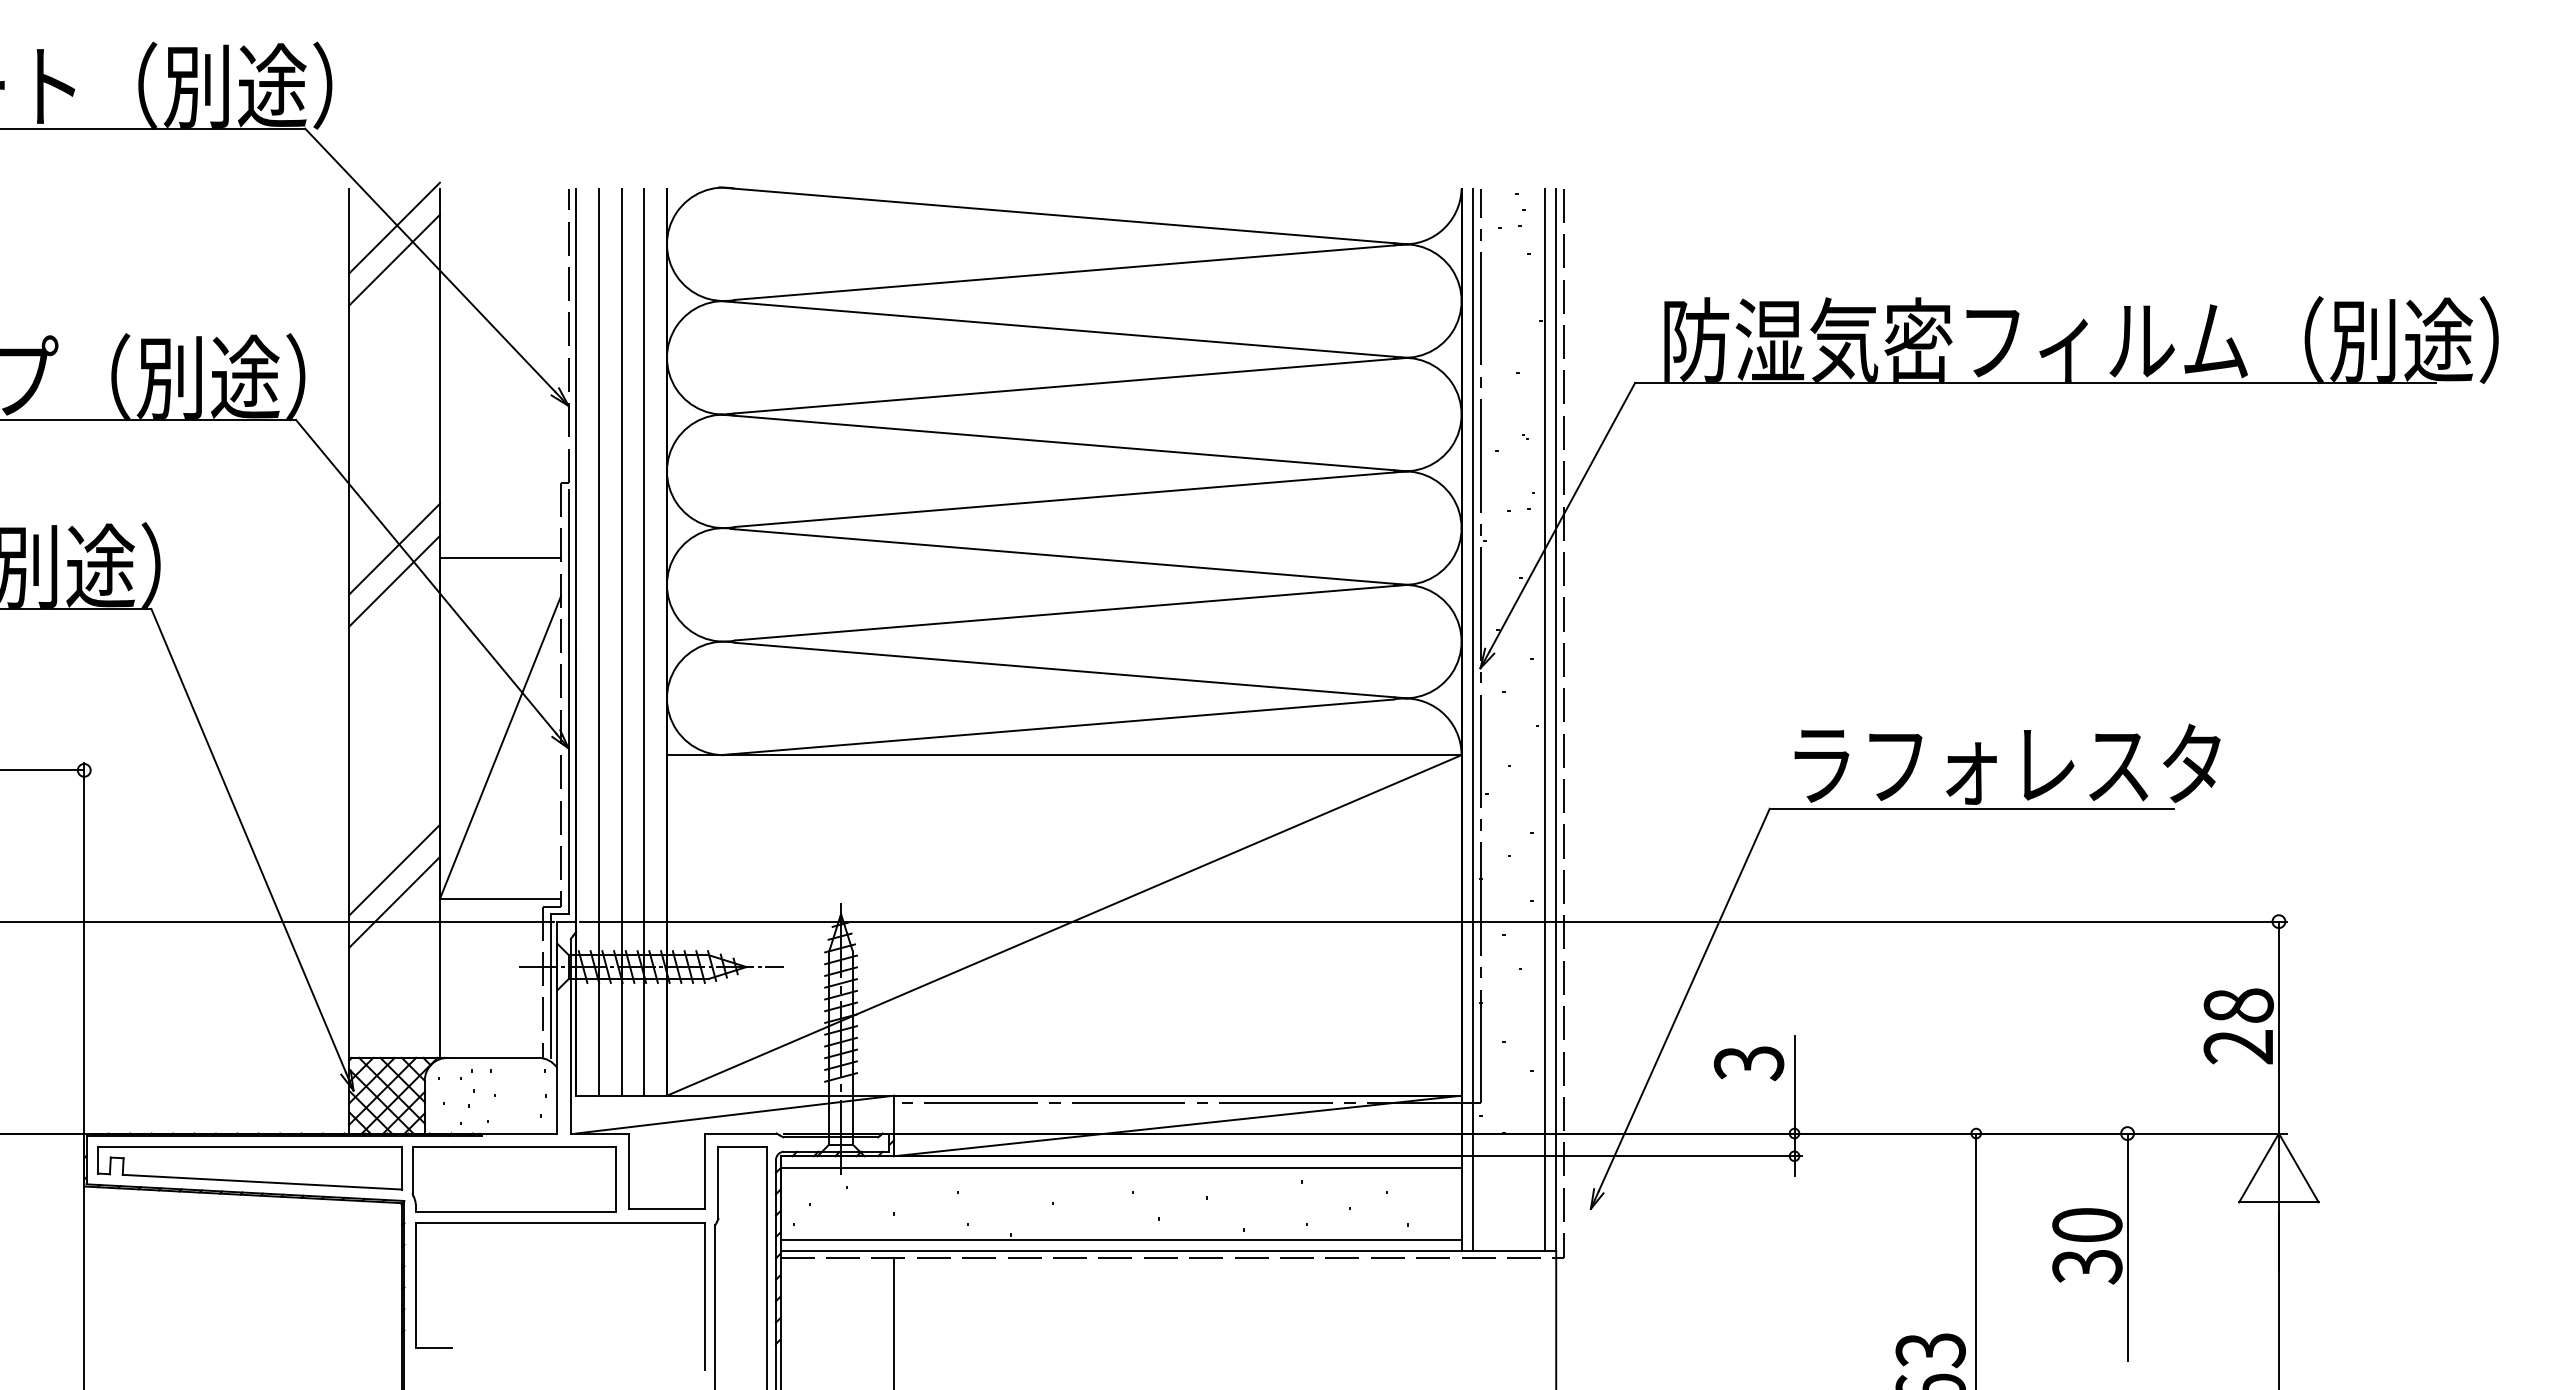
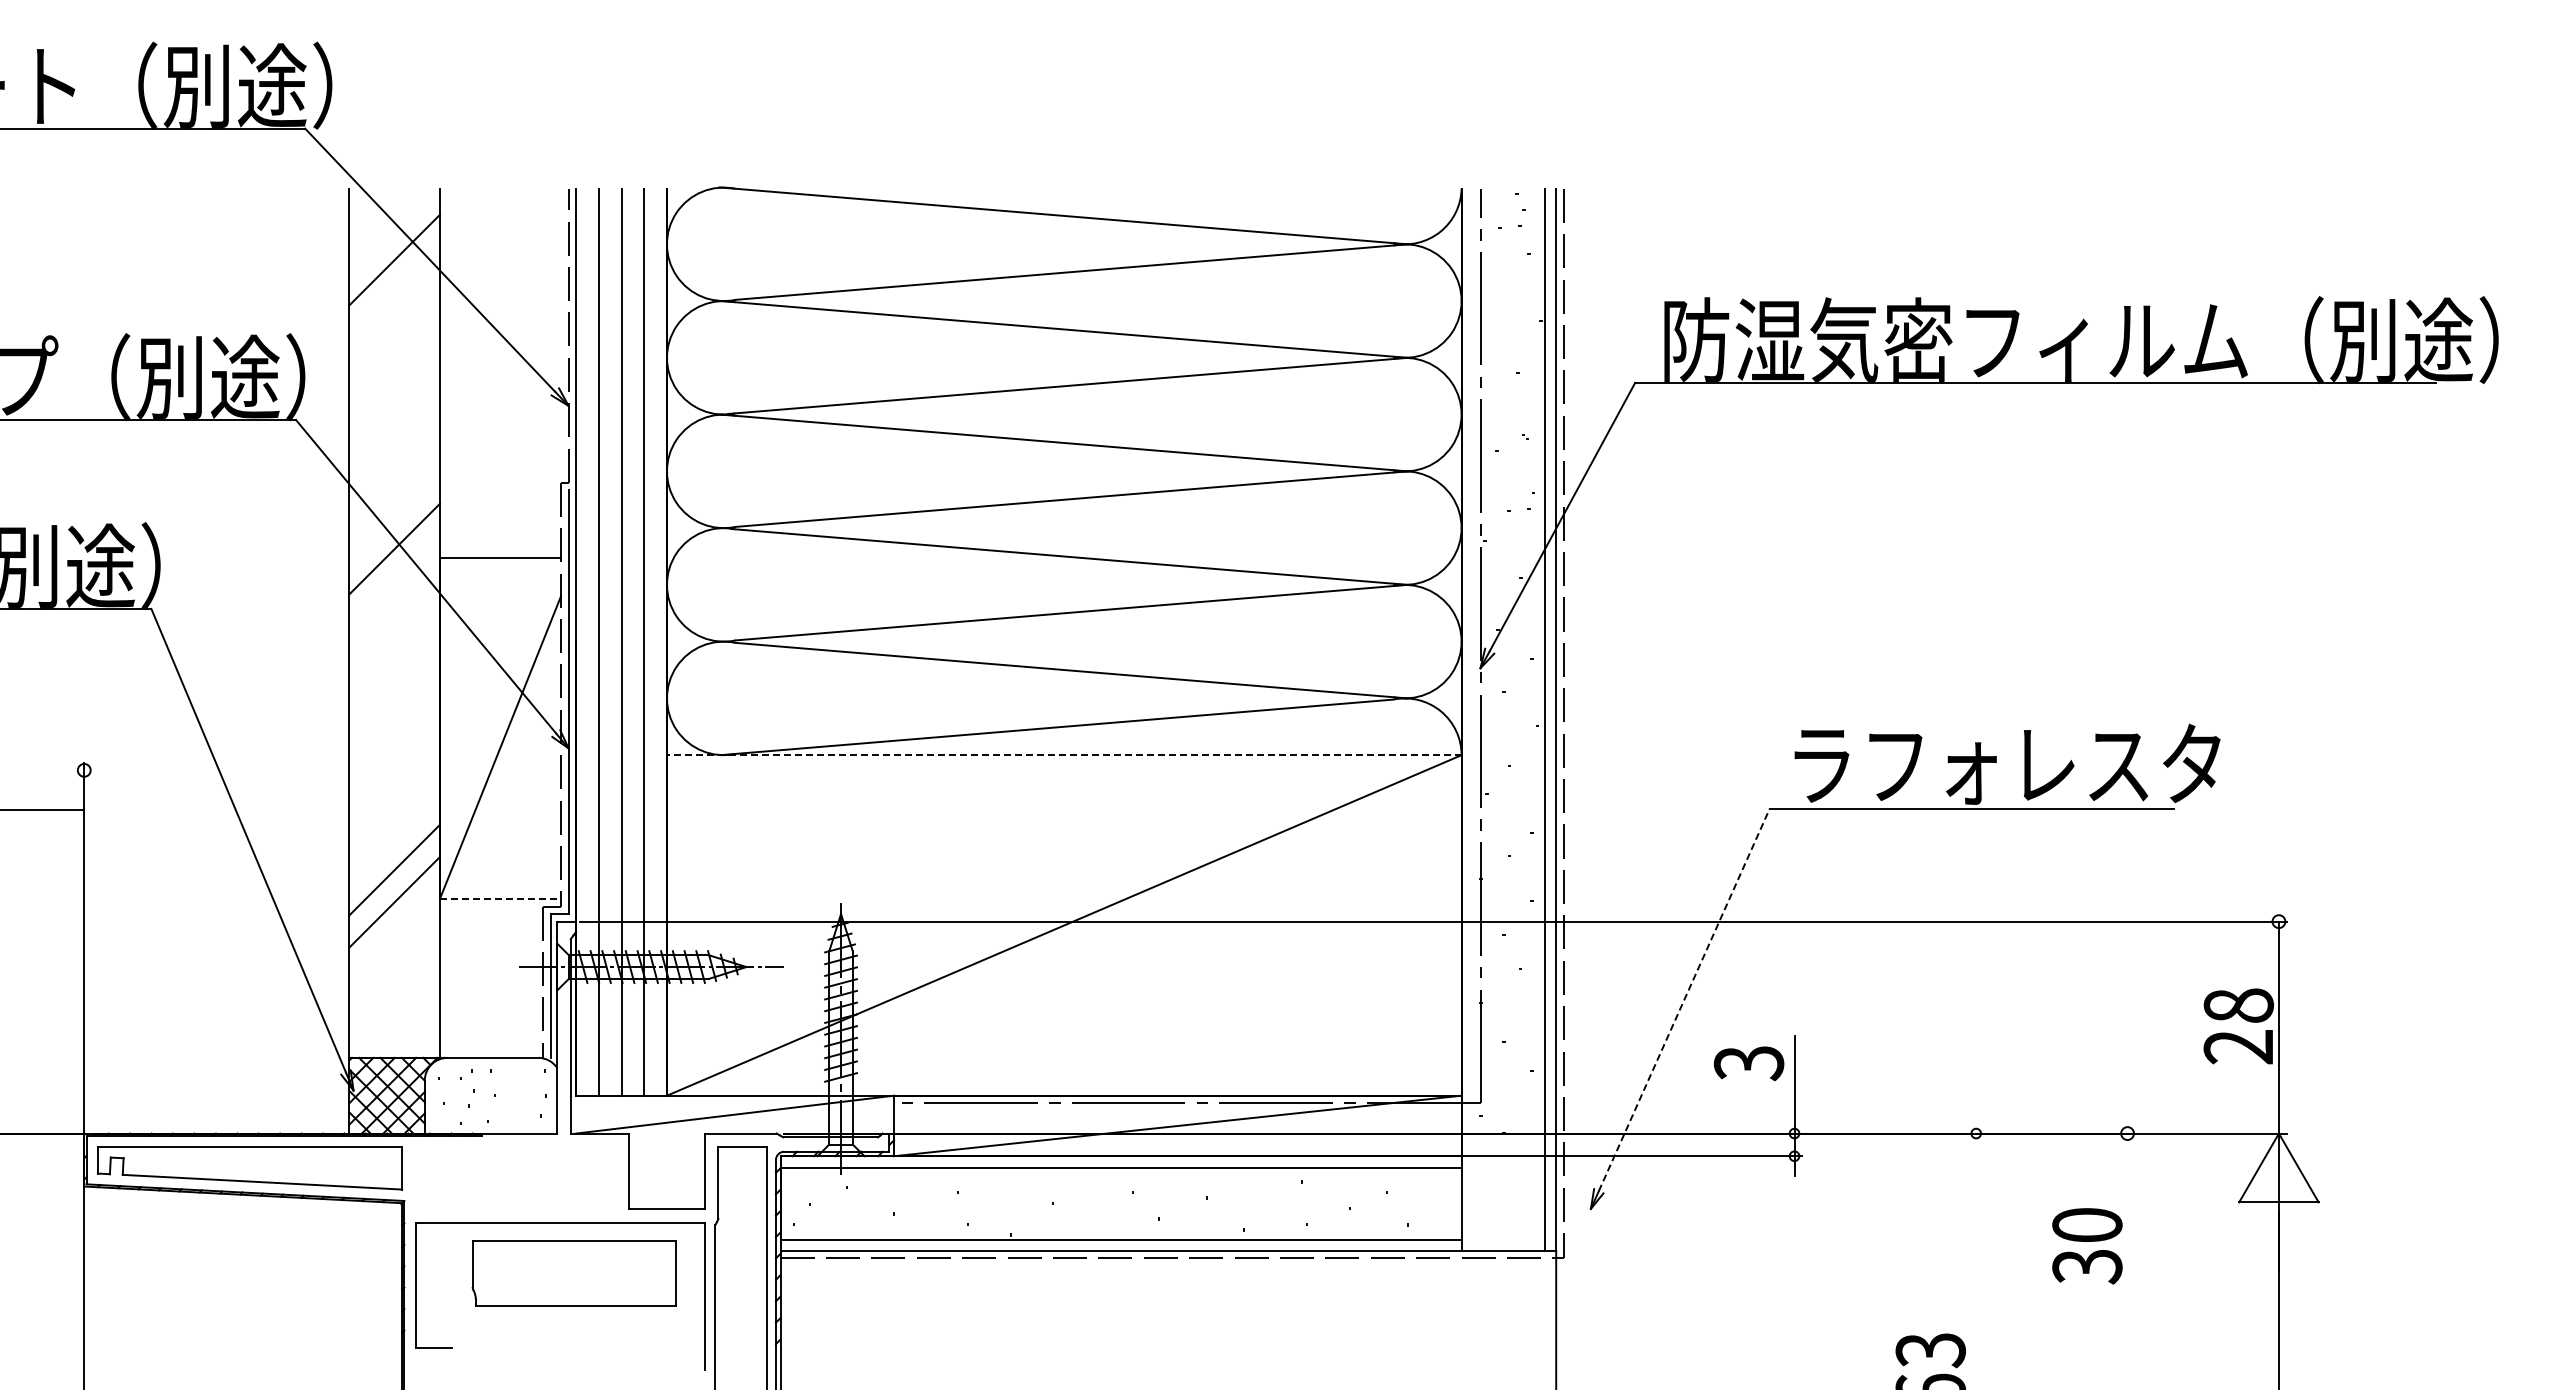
line at (394, 227): present -> none
line at (394, 580): present -> none
line at (1472, 719): present -> none
line at (1063, 755): solid -> dashed
line at (43, 770) position: (43, 770) -> (43, 810)
line at (500, 898): solid -> dashed
line at (277, 921): present -> none
line at (1684, 999): solid -> dashed
part at (513, 1179) position: (513, 1179) -> (573, 1273)
line at (2127, 1246): present -> none
line at (1976, 1259): present -> none
line at (894, 1322): present -> none
